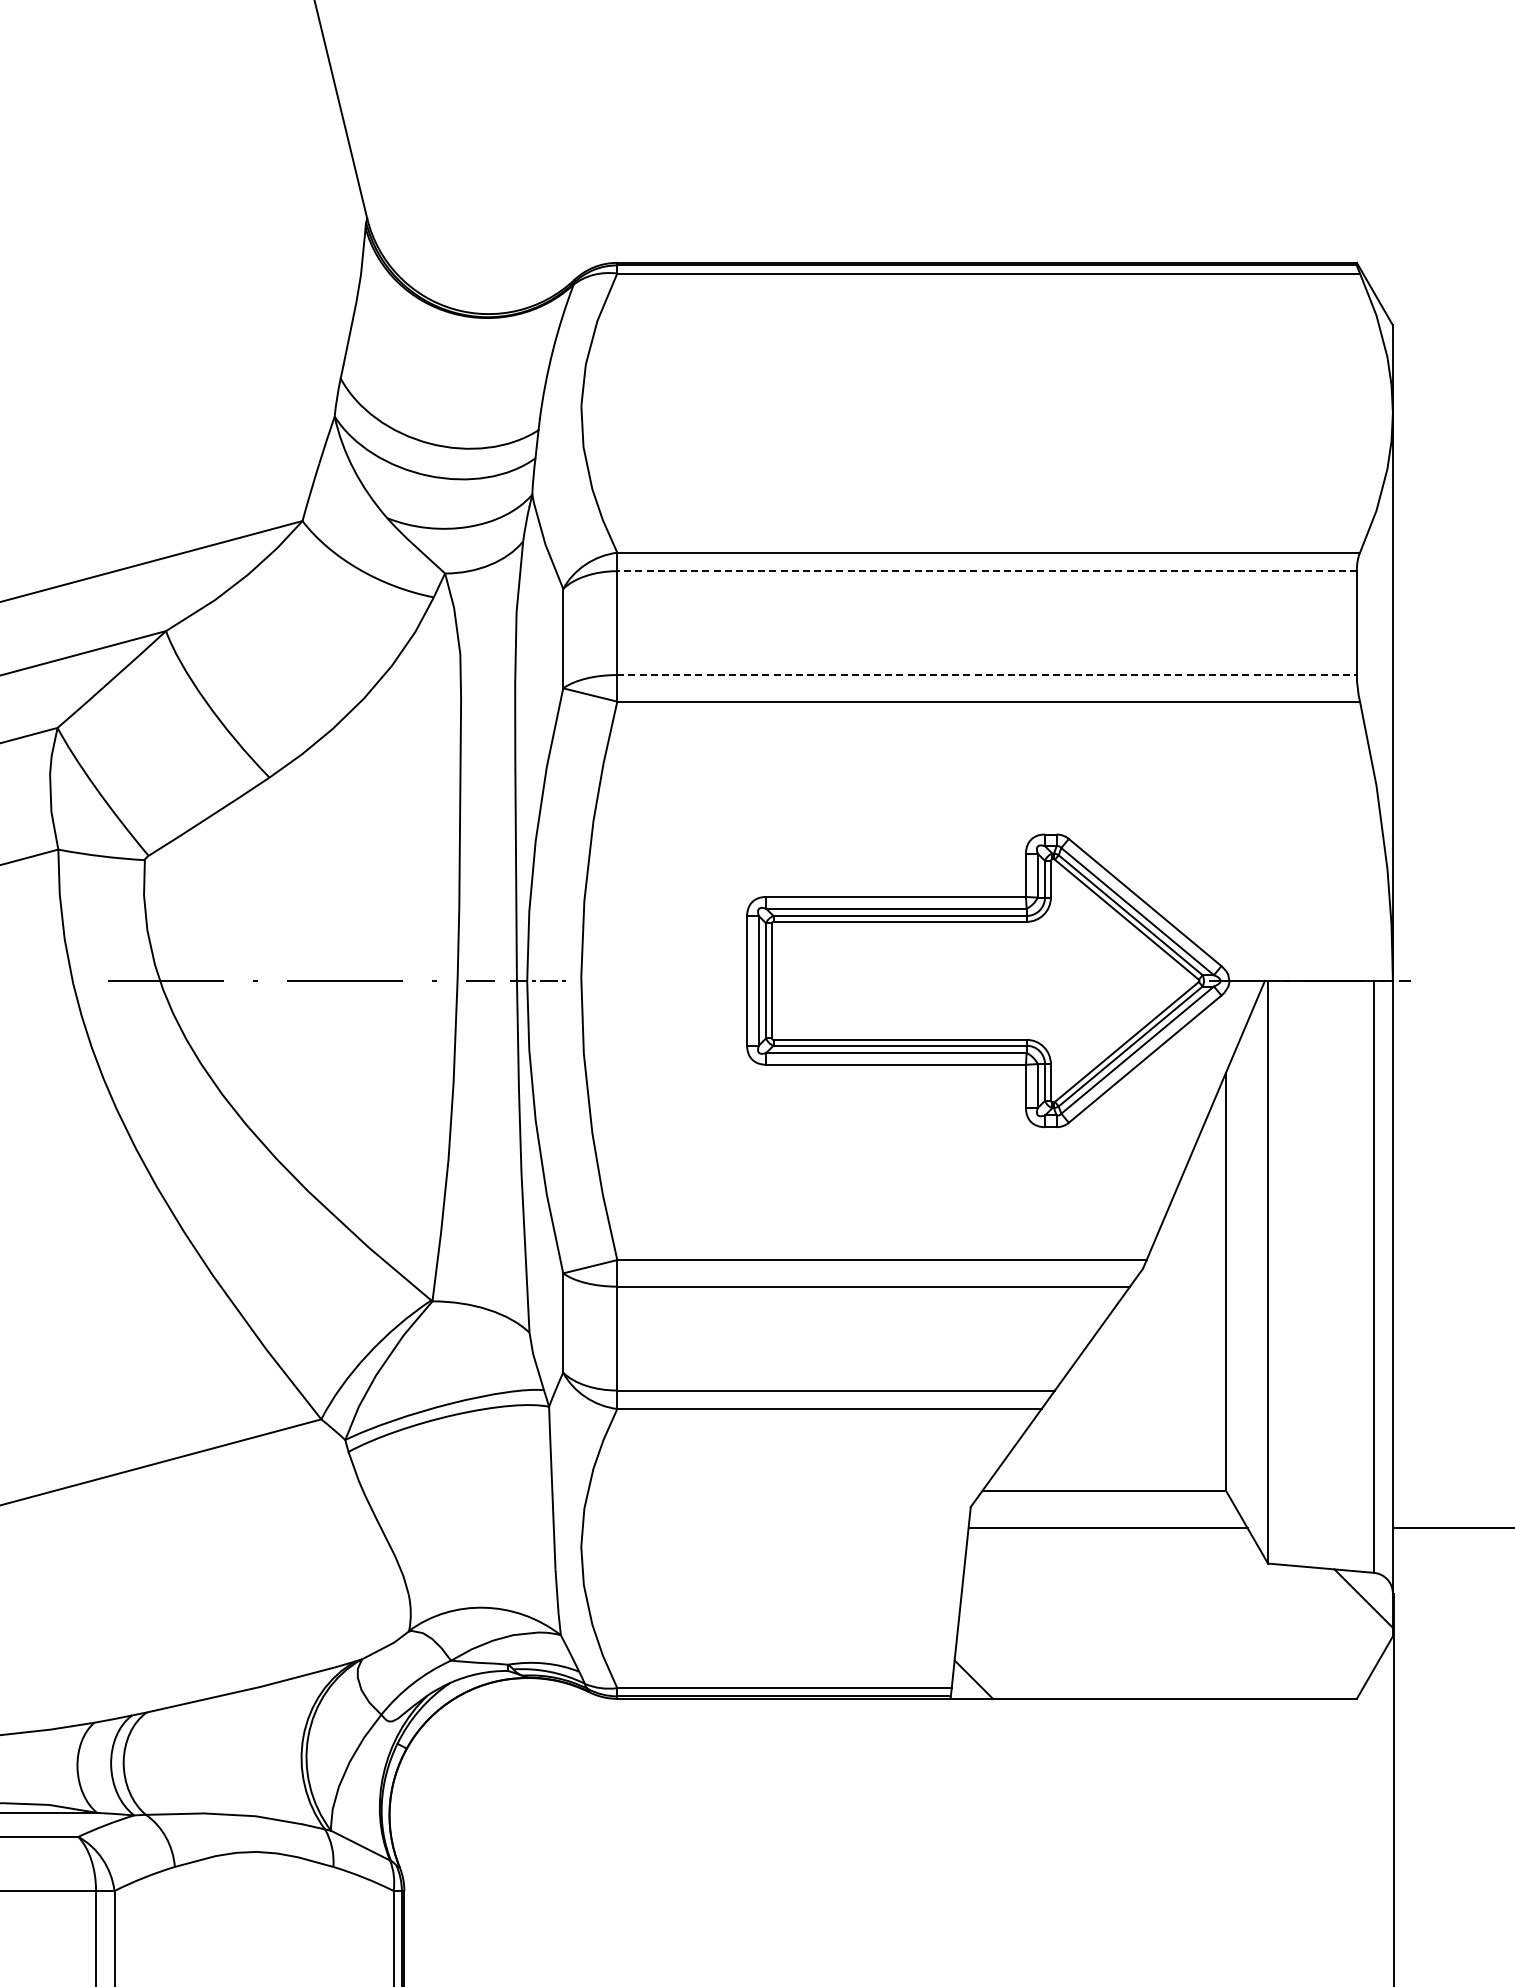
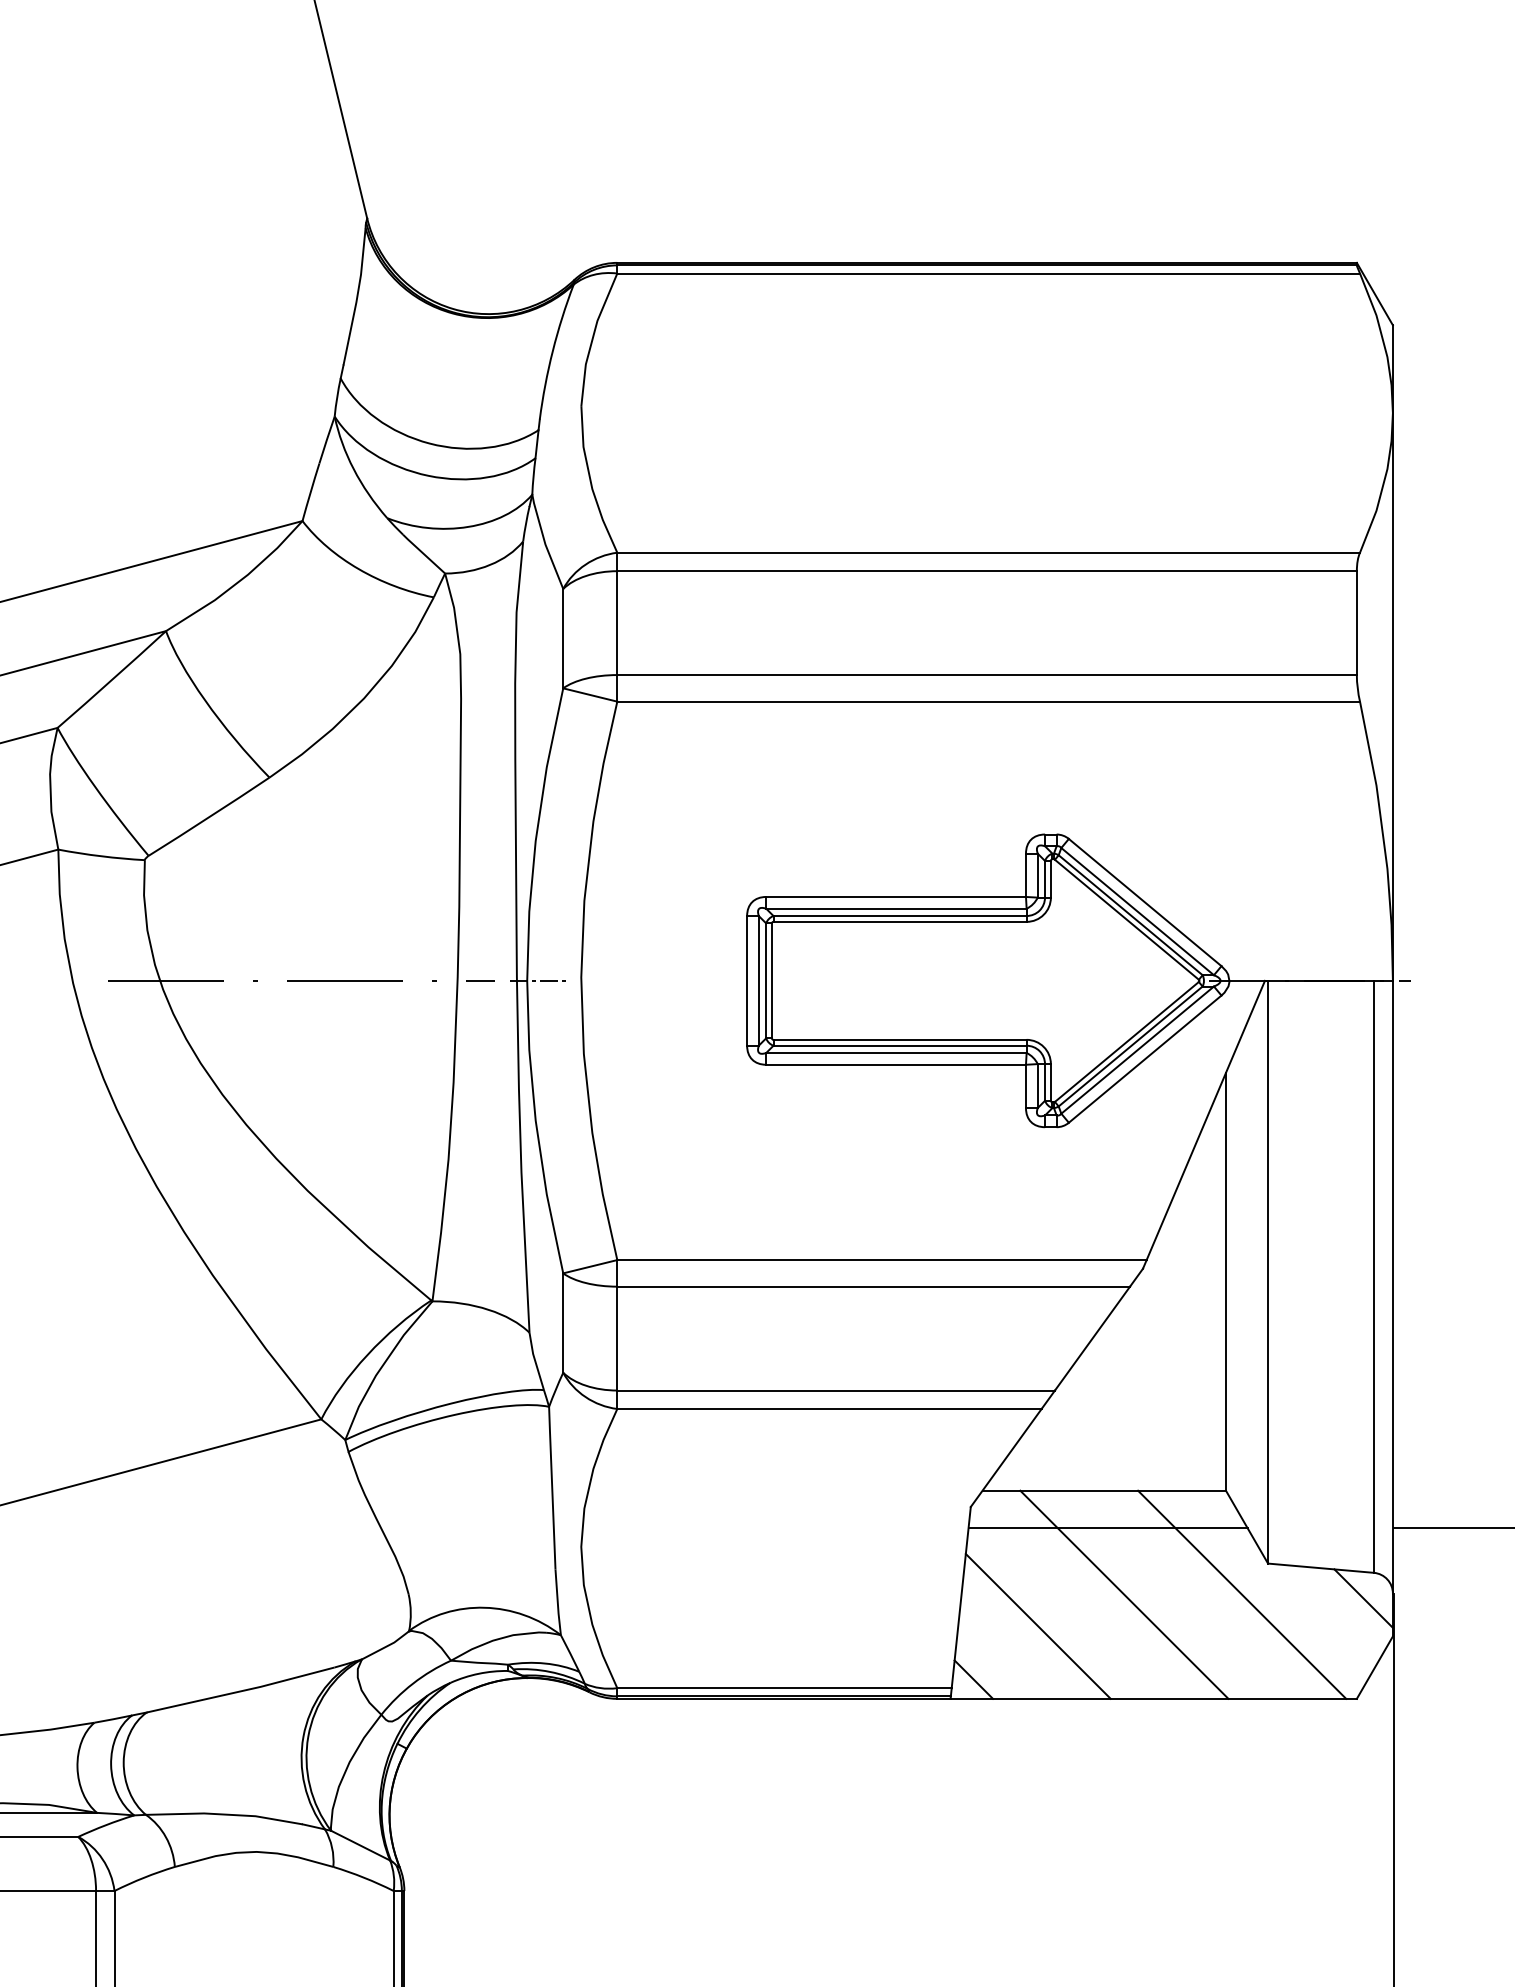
line at (987, 571): dashed -> solid
line at (987, 675): dashed -> solid
line at (1124, 1594): none -> present
line at (1242, 1594): none -> present
line at (1037, 1625): none -> present
